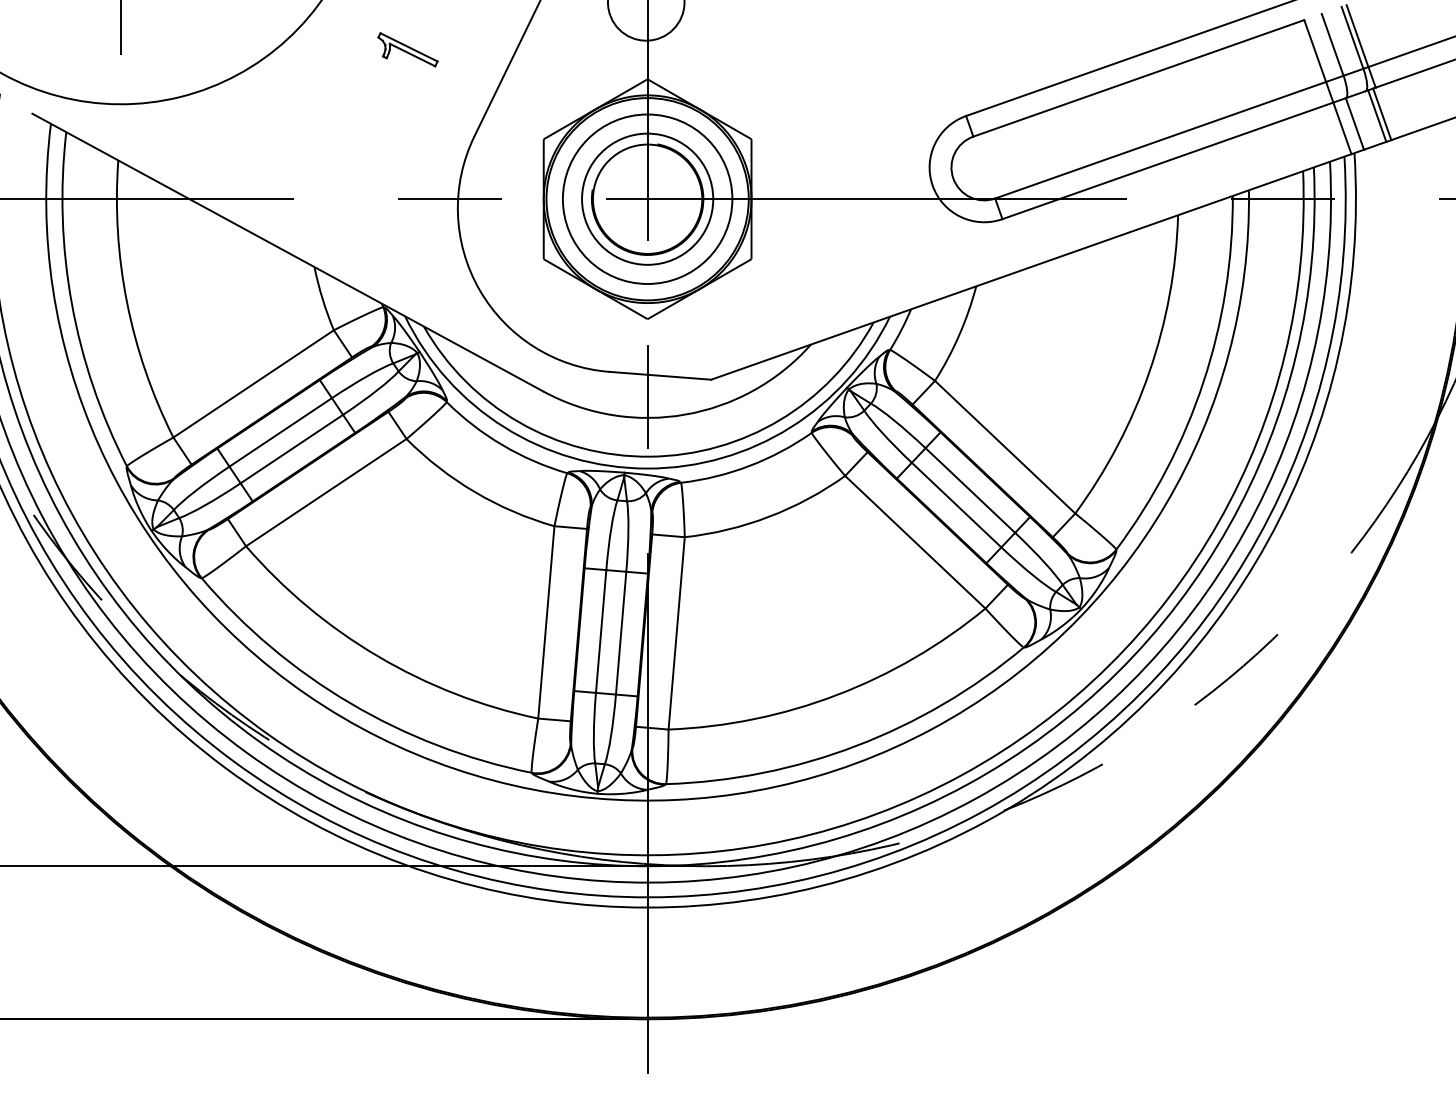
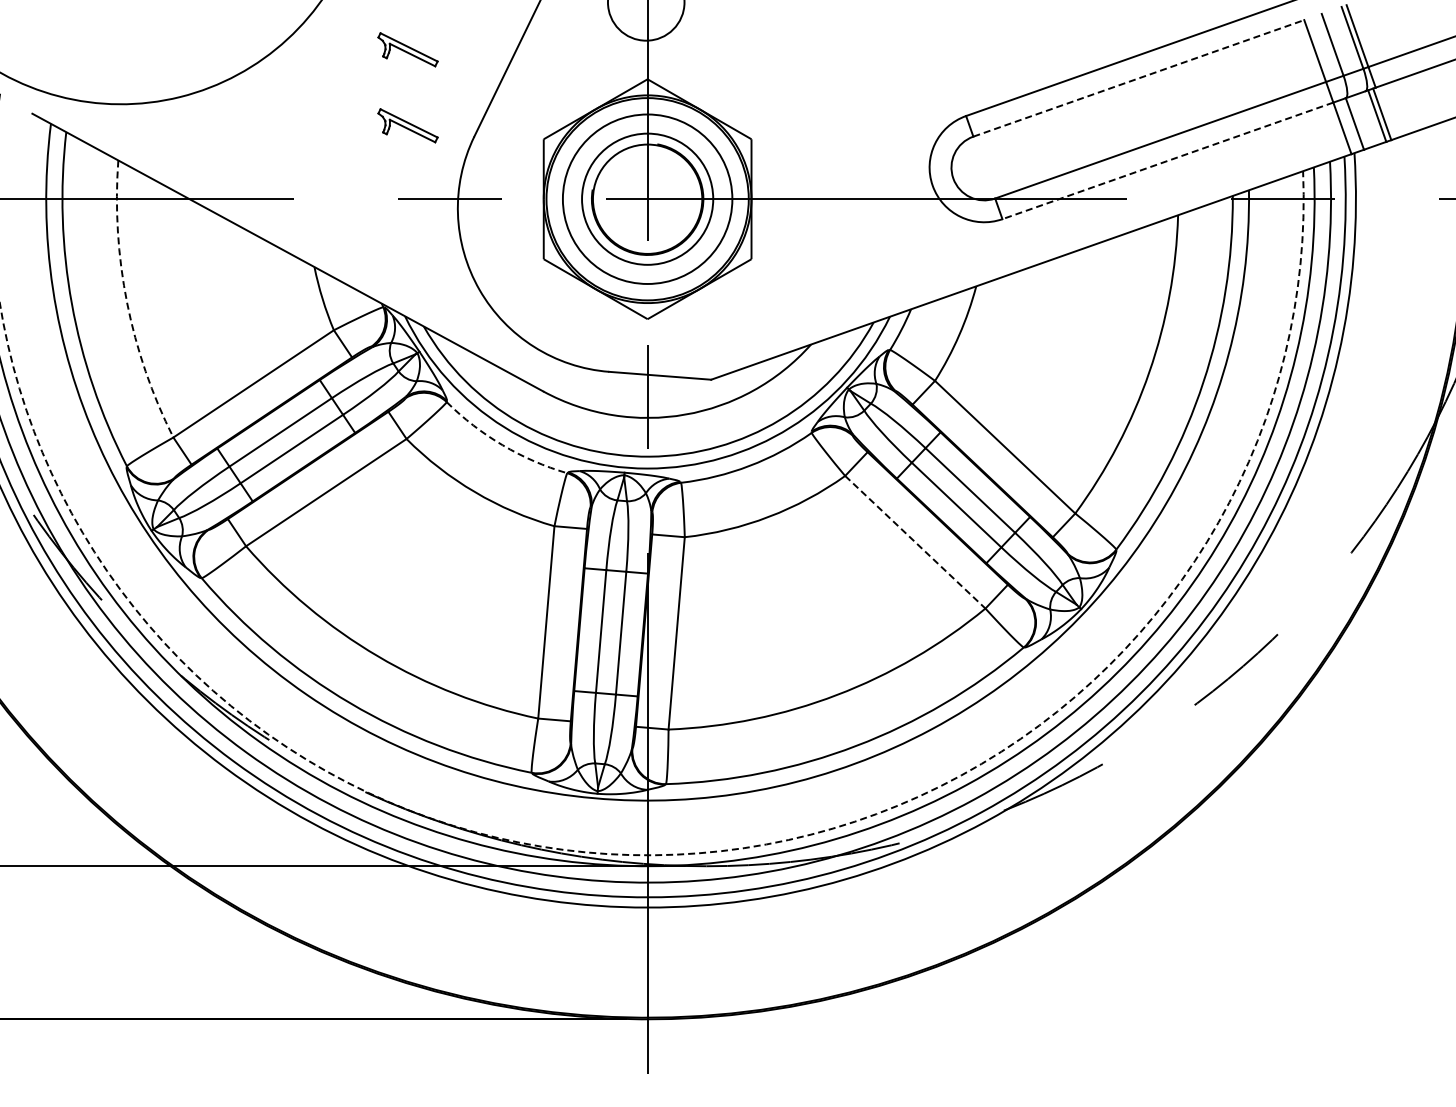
line at (120, 28): present -> none
line at (1139, 78): solid -> dashed
part at (407, 125): none -> present
line at (1167, 161): solid -> dashed
arc at (127, 302): solid -> dashed
arc at (502, 445): solid -> dashed
line at (915, 542): solid -> dashed
arc at (714, 851): solid -> dashed
